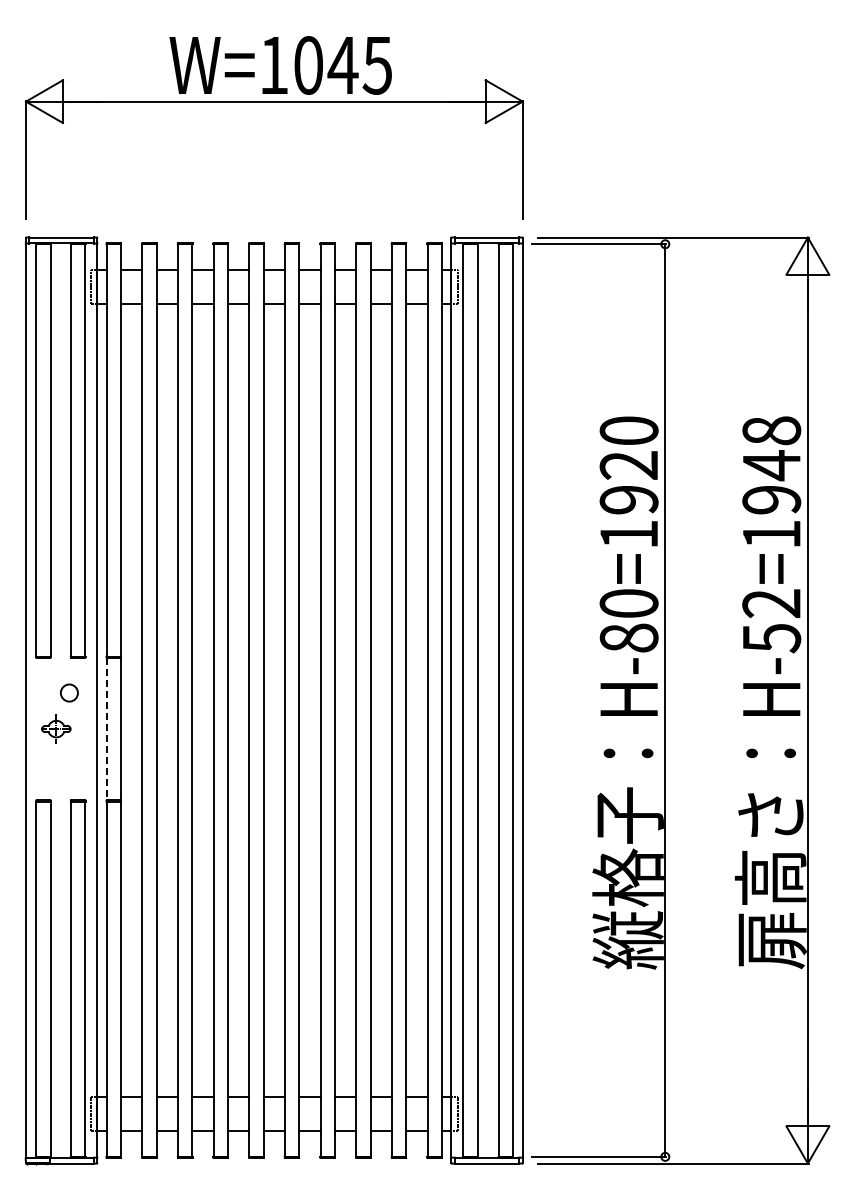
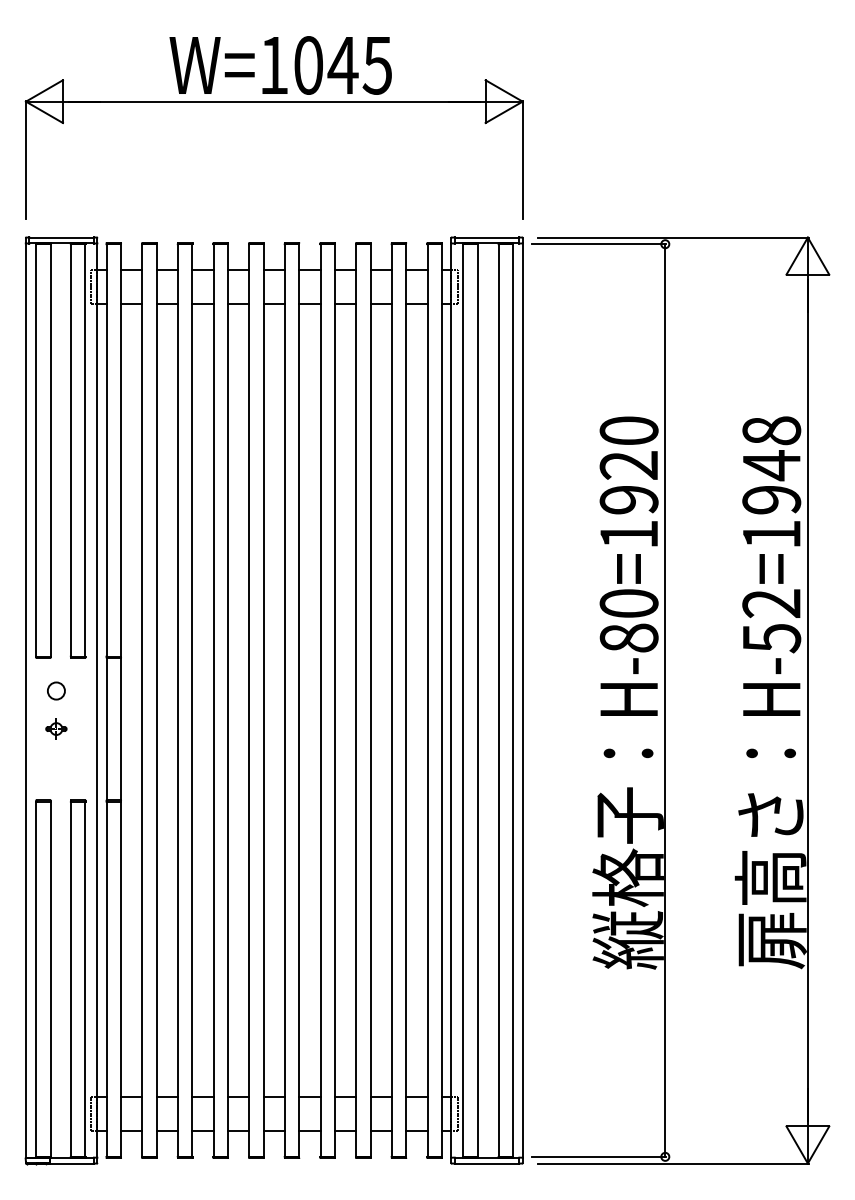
circle at (69, 692) position: (69, 692) -> (56, 690)
part at (56, 728) size: 31x30 px -> 23x22 px
line at (106, 729): dashed -> solid
